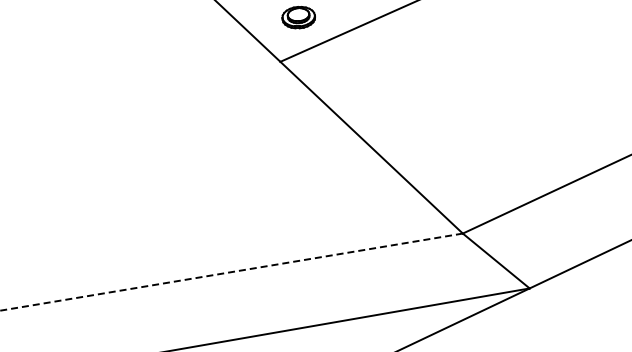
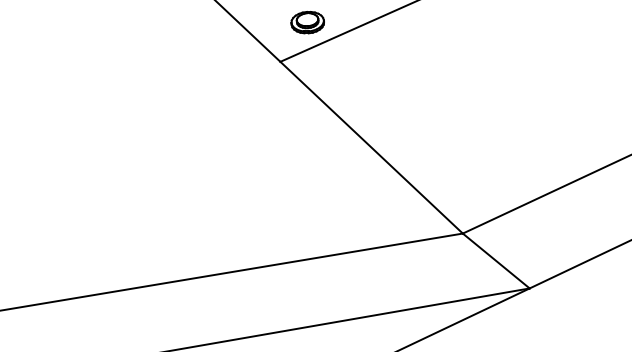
part at (298, 17) position: (298, 17) -> (307, 22)
line at (231, 272): dashed -> solid
